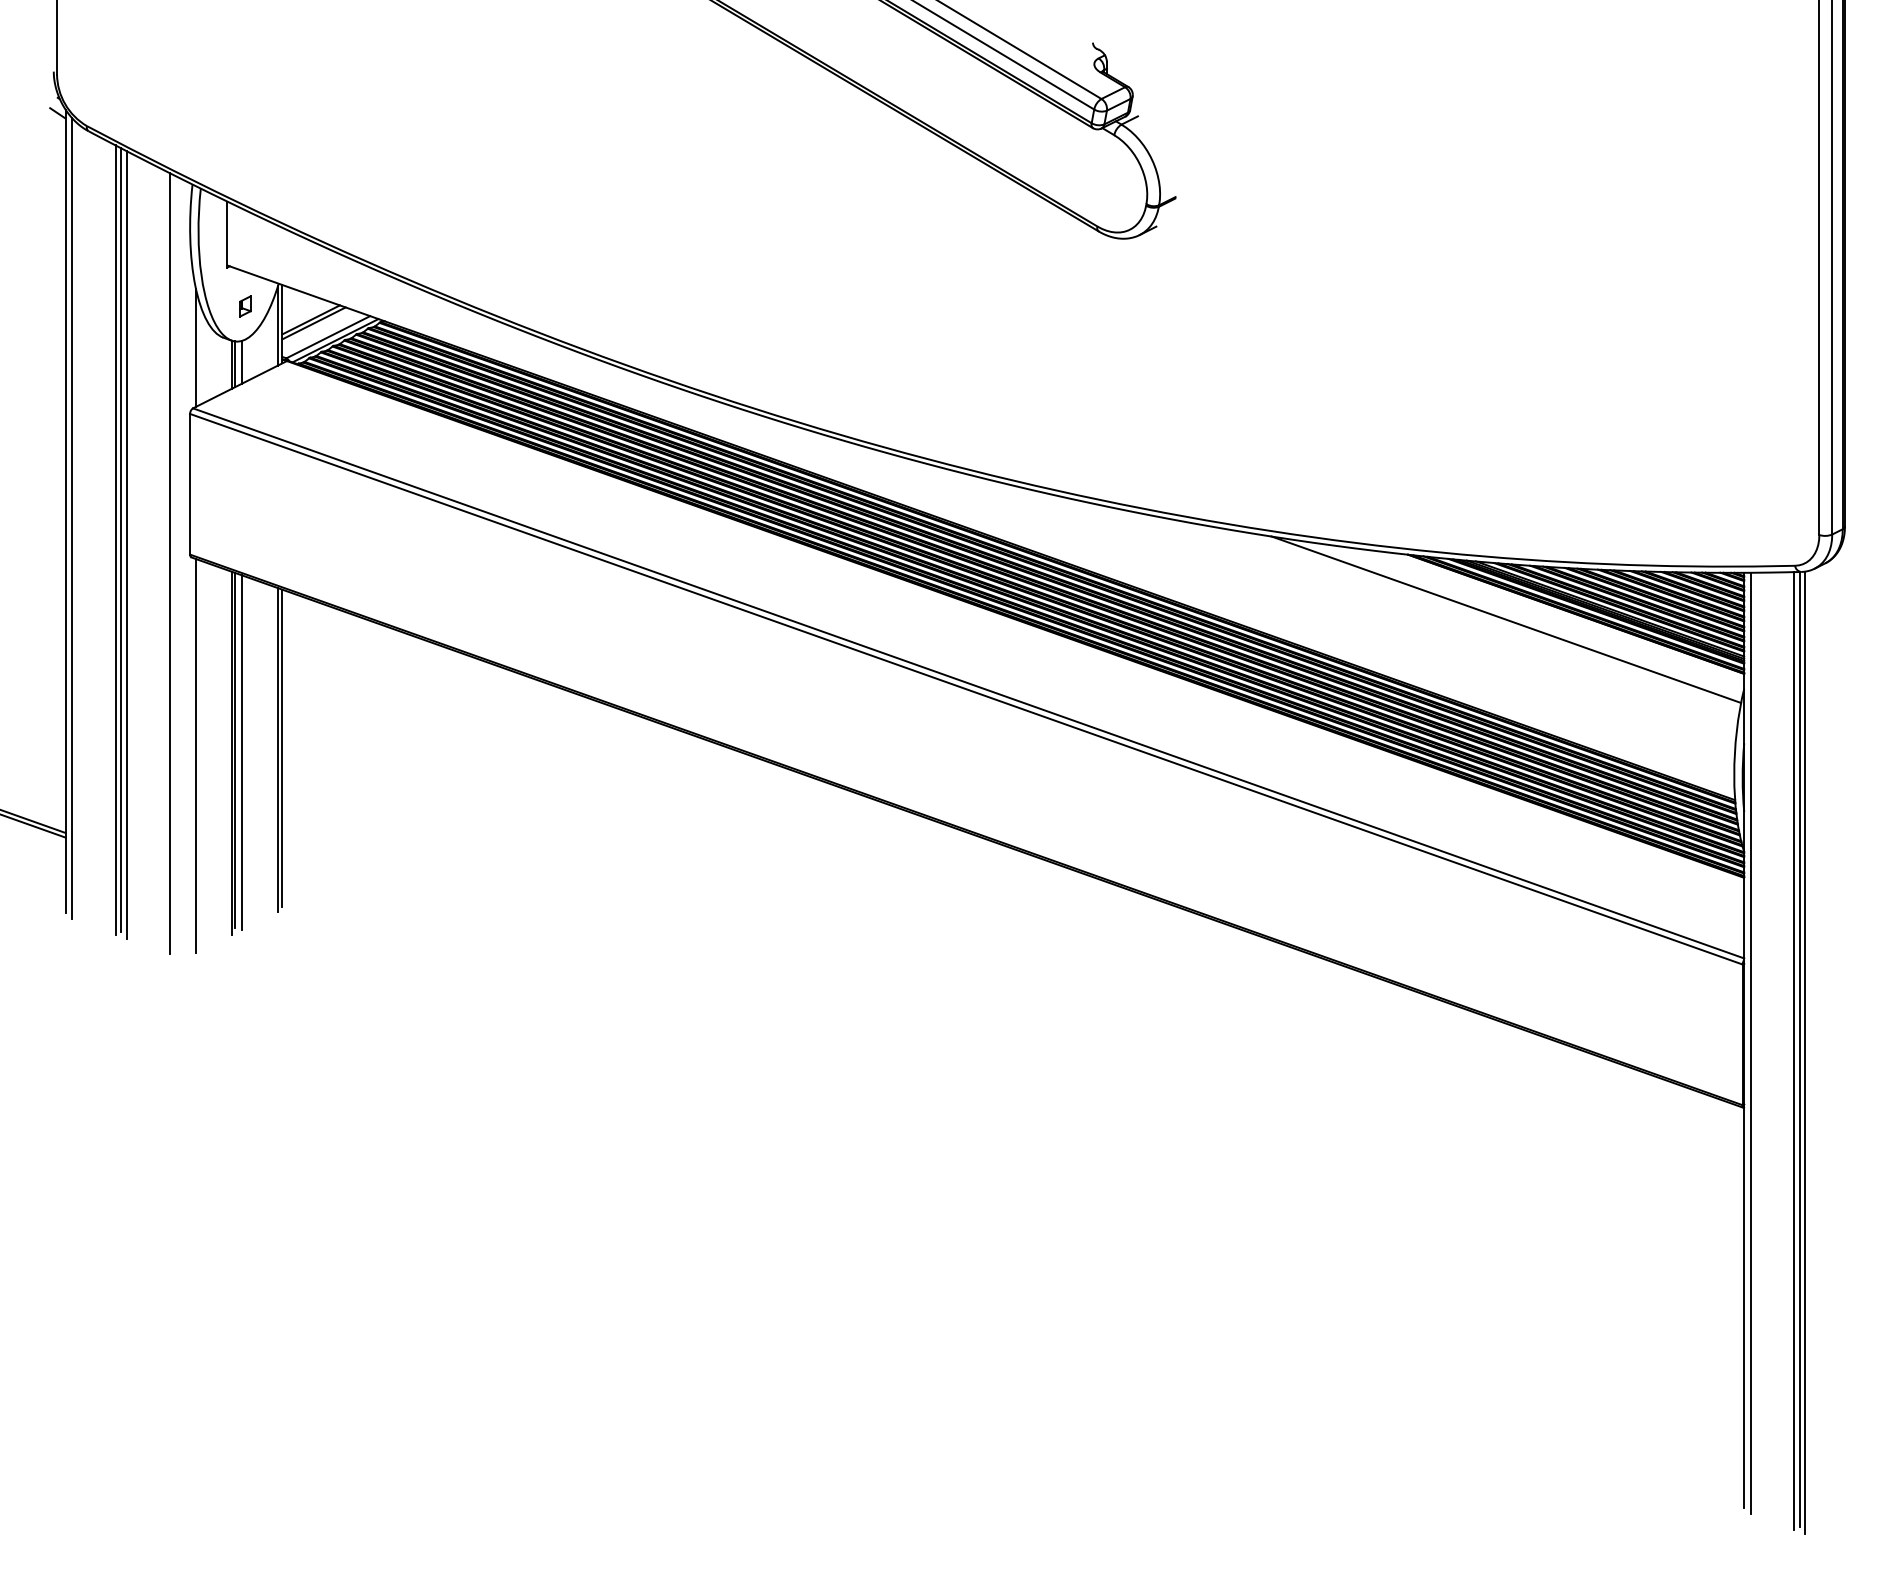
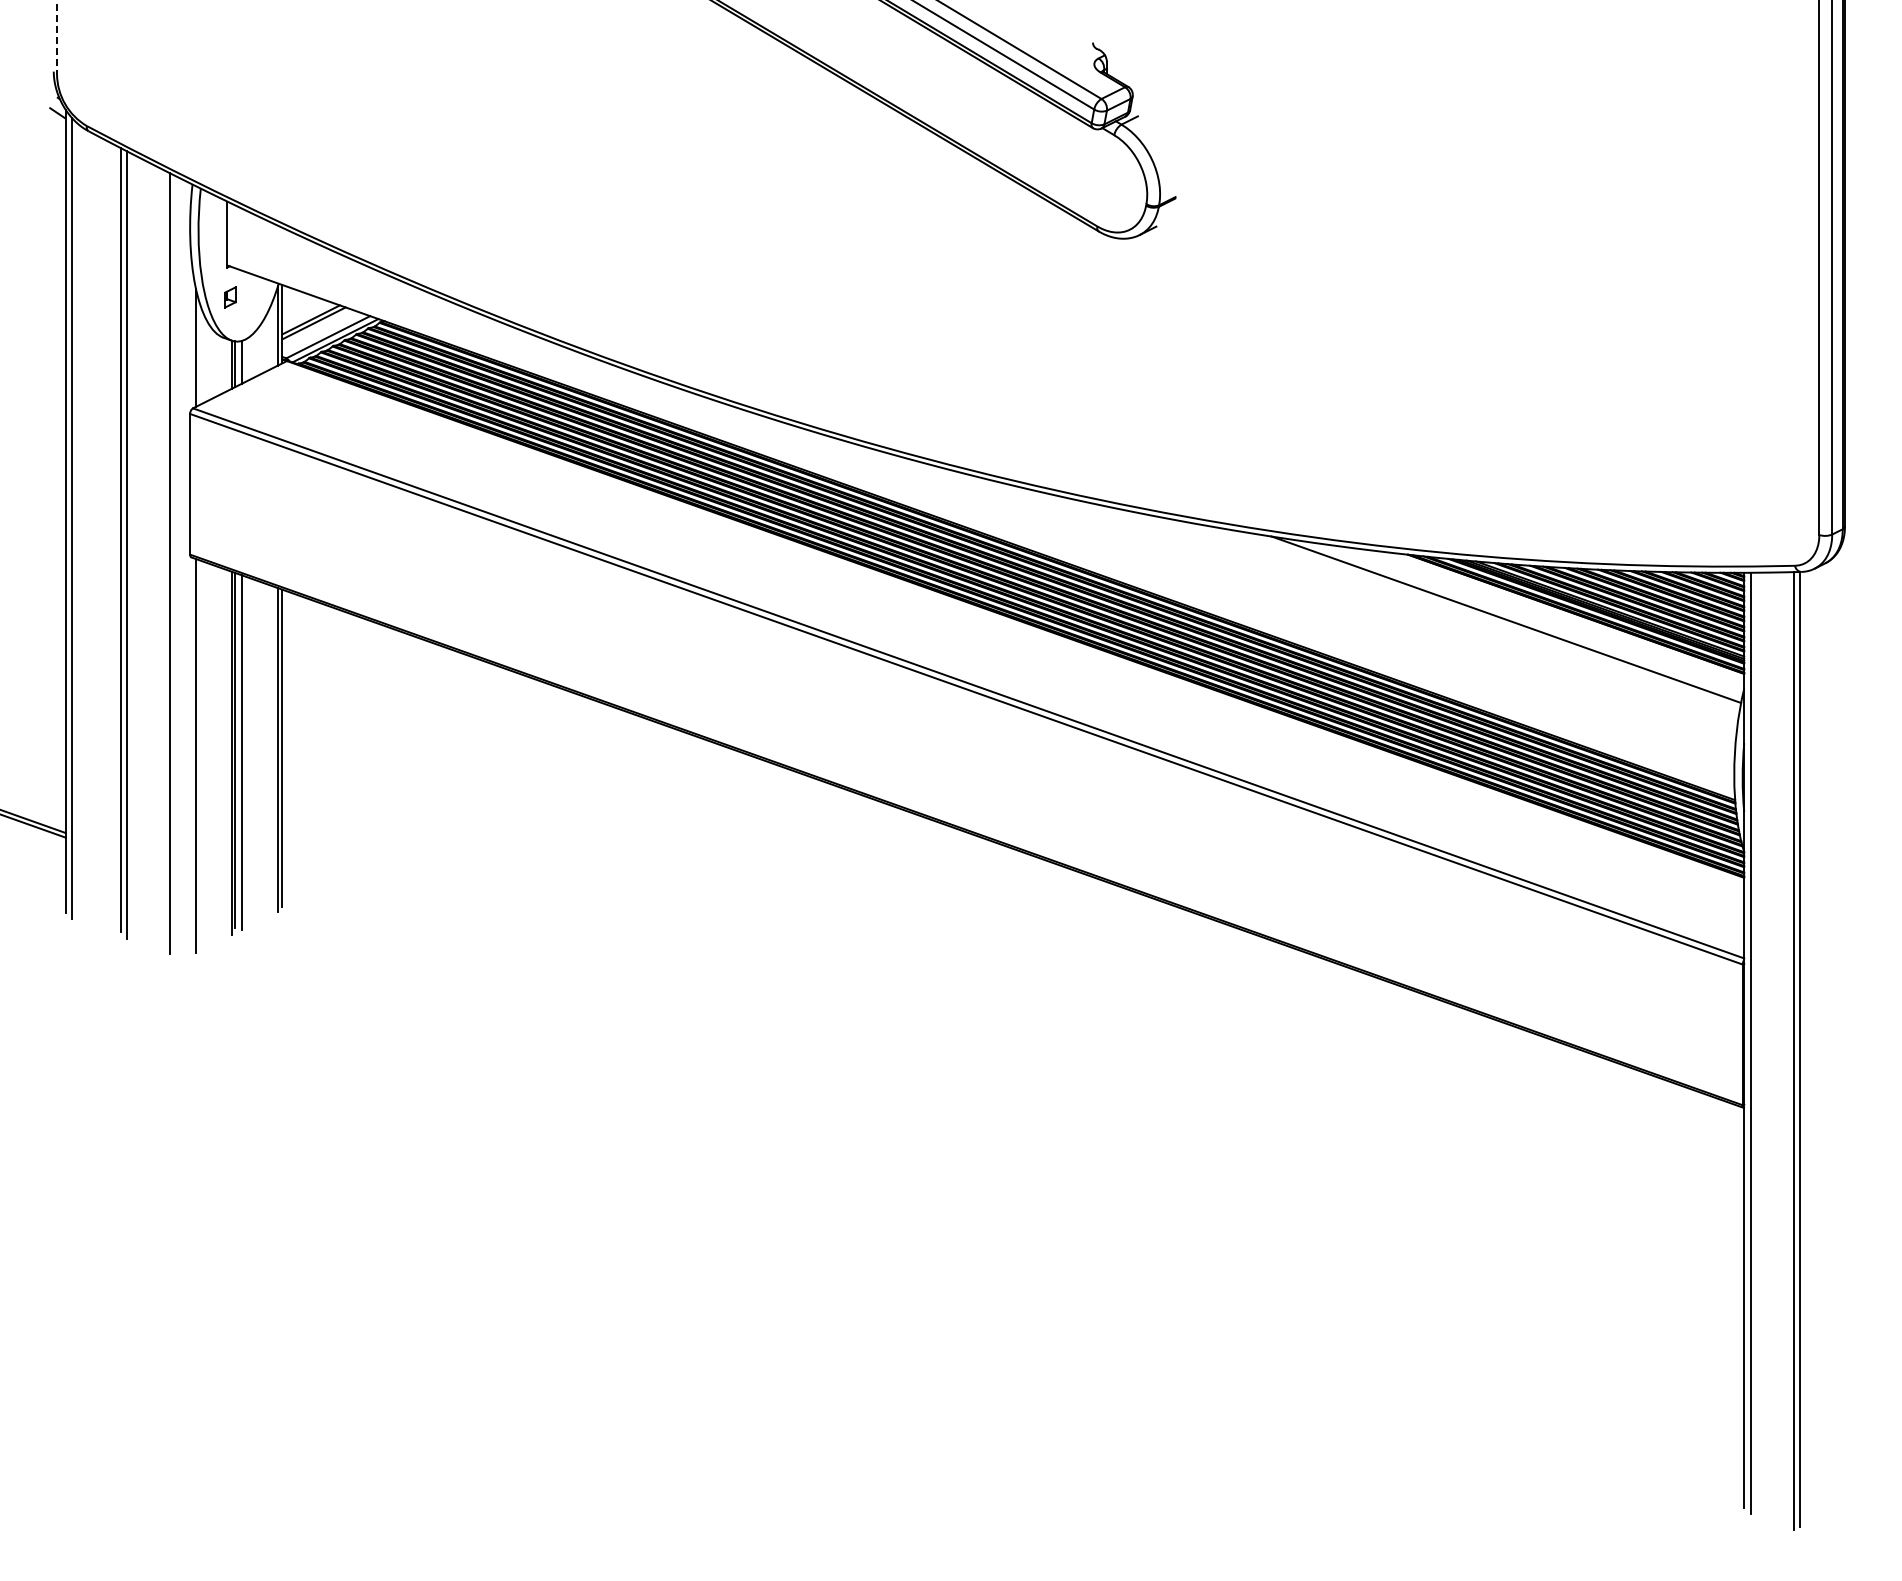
line at (57, 37): solid -> dashed
part at (245, 306) position: (245, 306) -> (230, 297)
line at (115, 539): present -> none
line at (1805, 1052): present -> none
